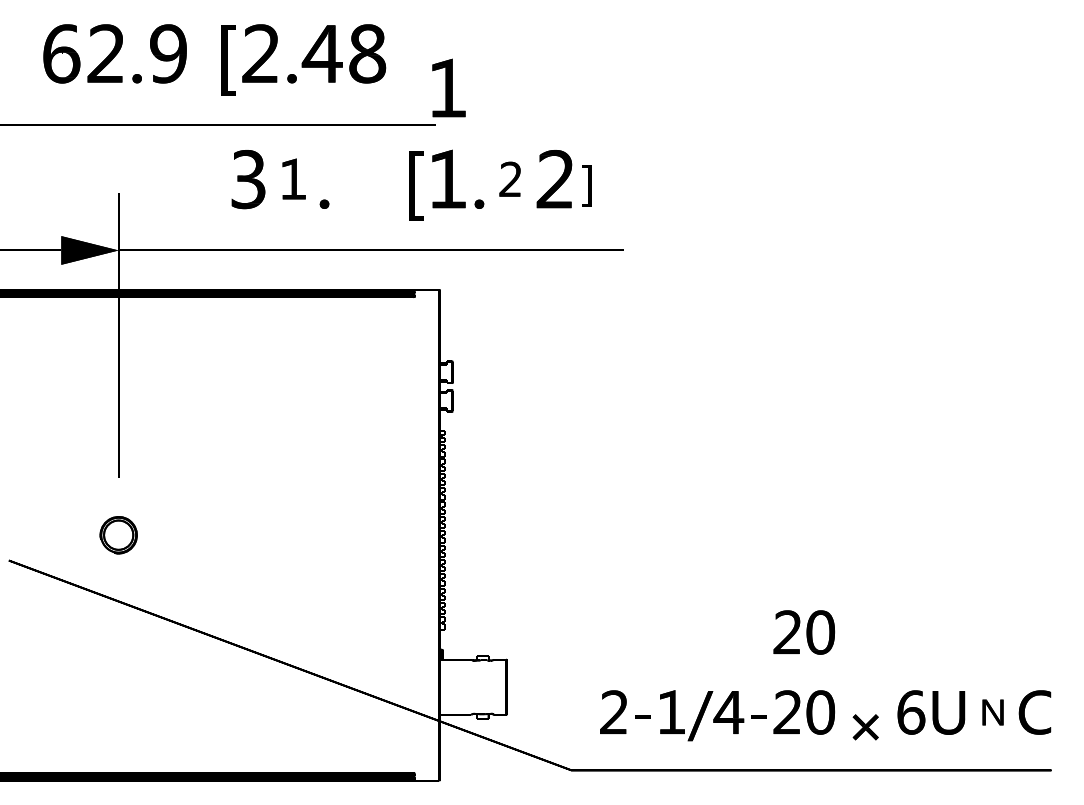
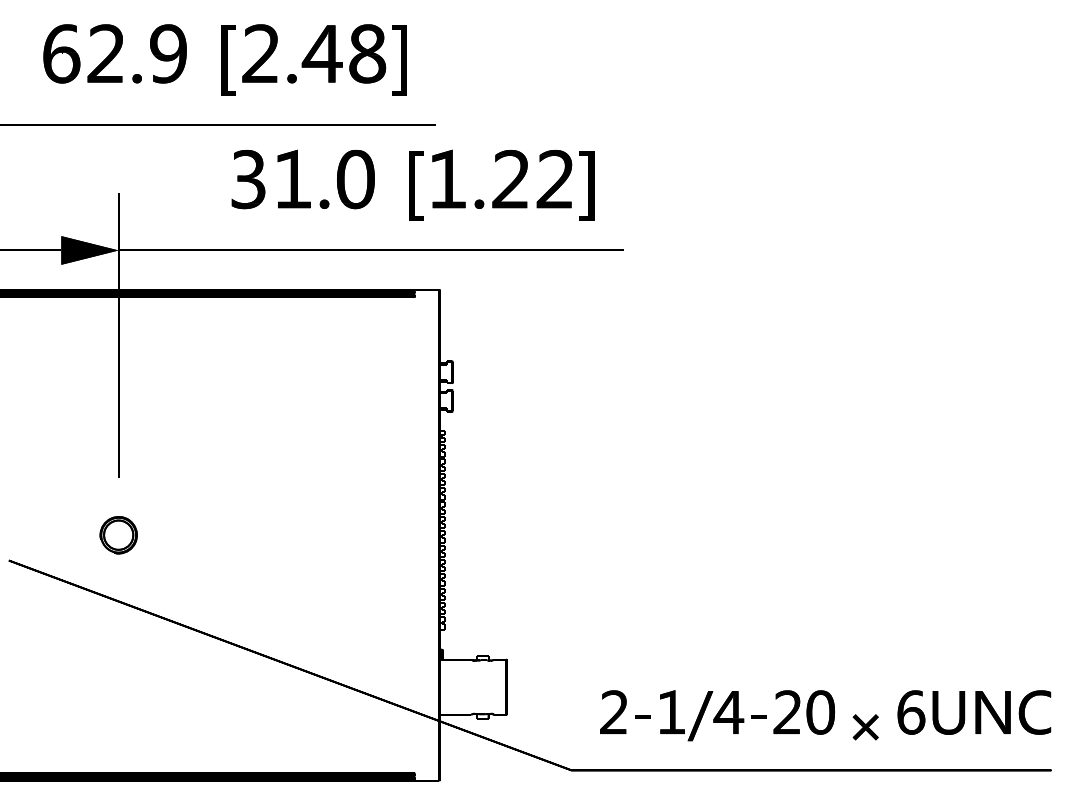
part at (399, 60): none -> present
part at (448, 87): present -> none
part at (293, 178) size: 24x42 px -> 34x60 px
part at (509, 178) size: 22x36 px -> 36x59 px
part at (355, 179): none -> present
part at (586, 185) size: 10x42 px -> 16x70 px
part at (804, 632): present -> none
part at (992, 712) size: 22x27 px -> 36x43 px
